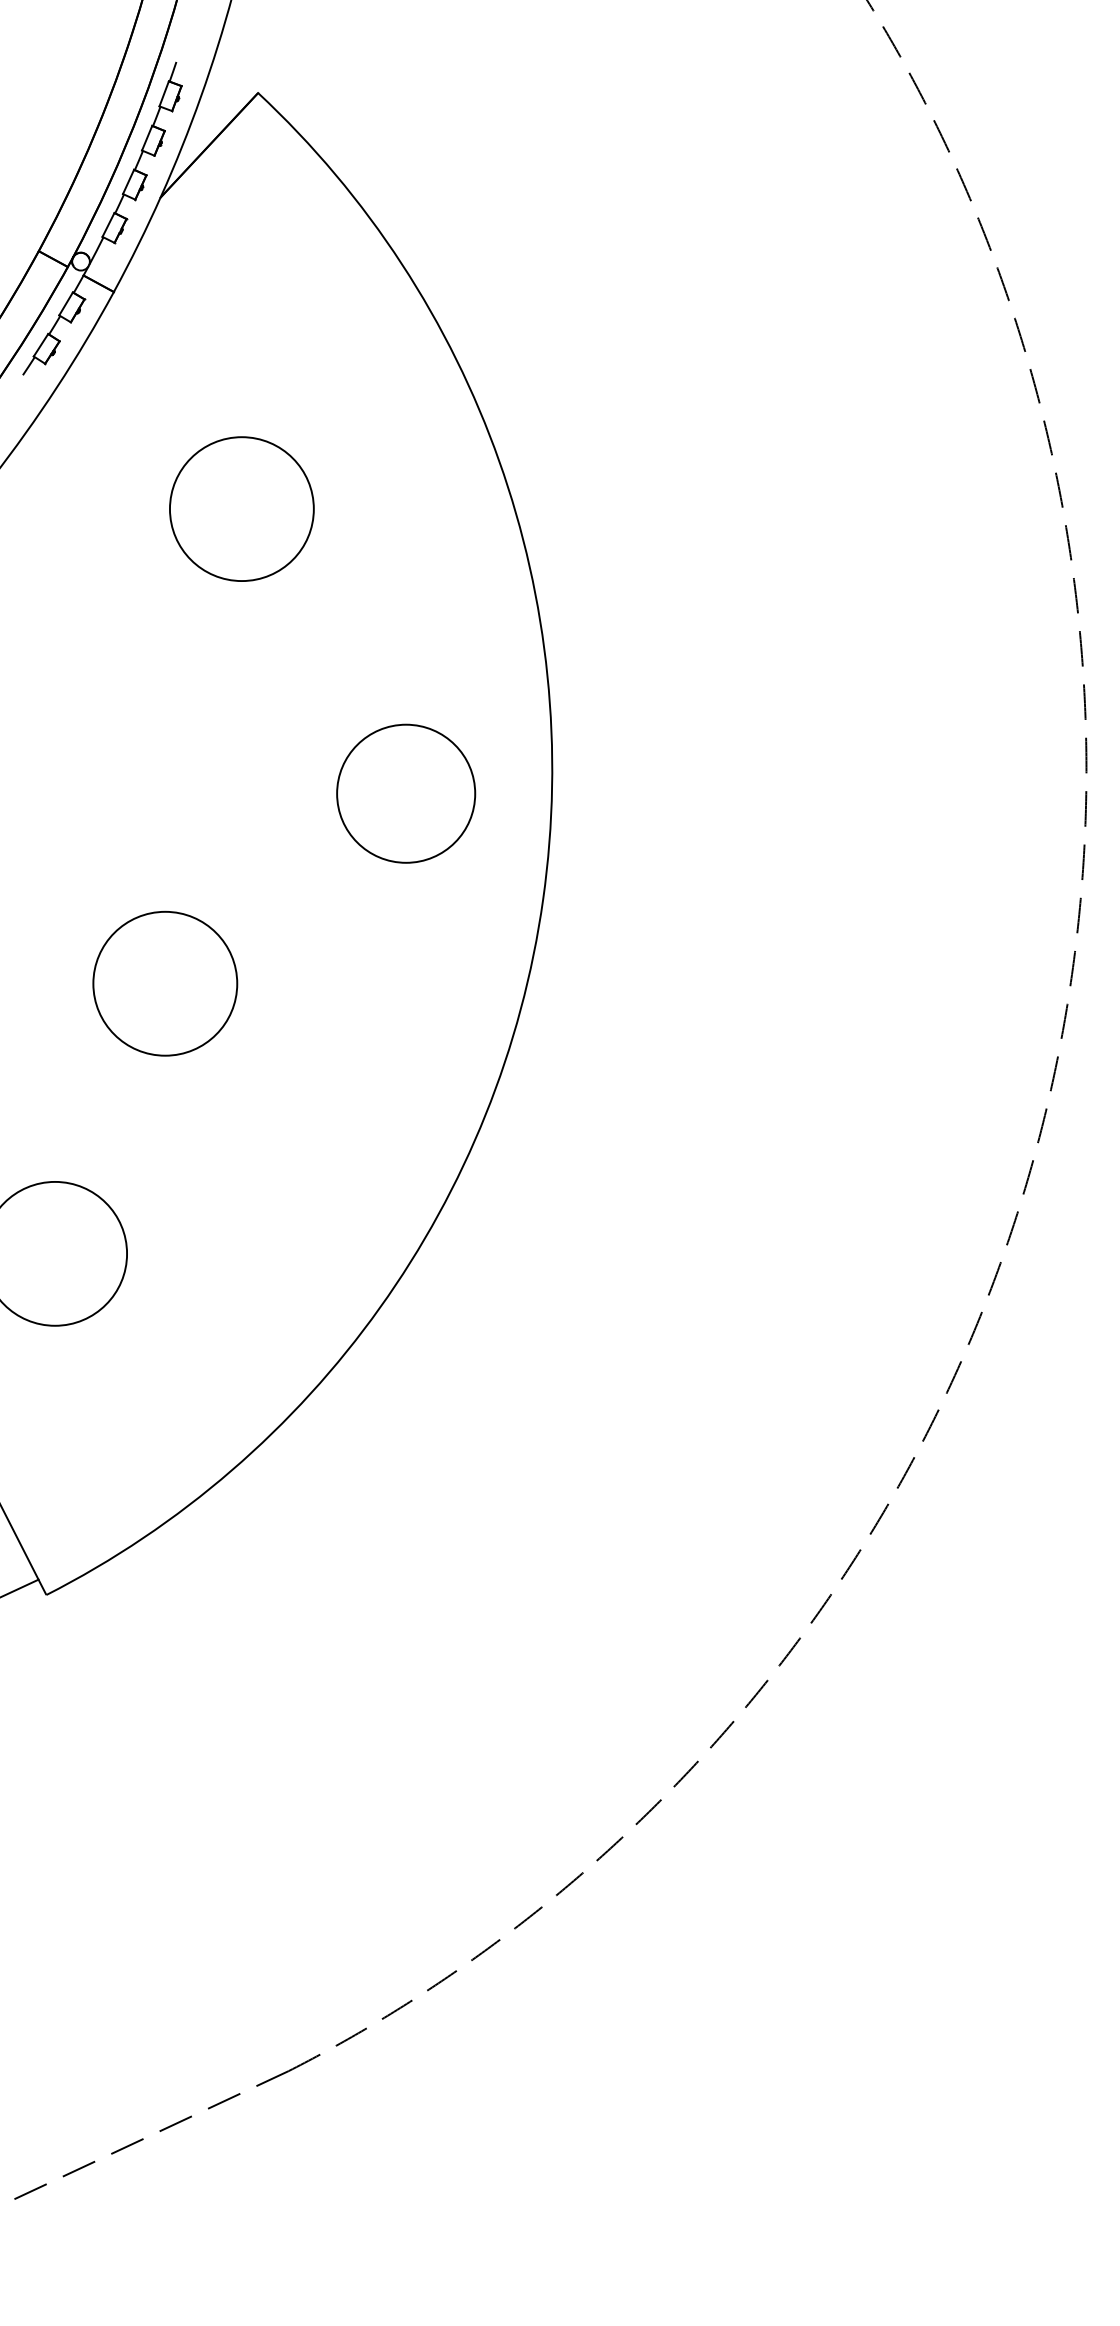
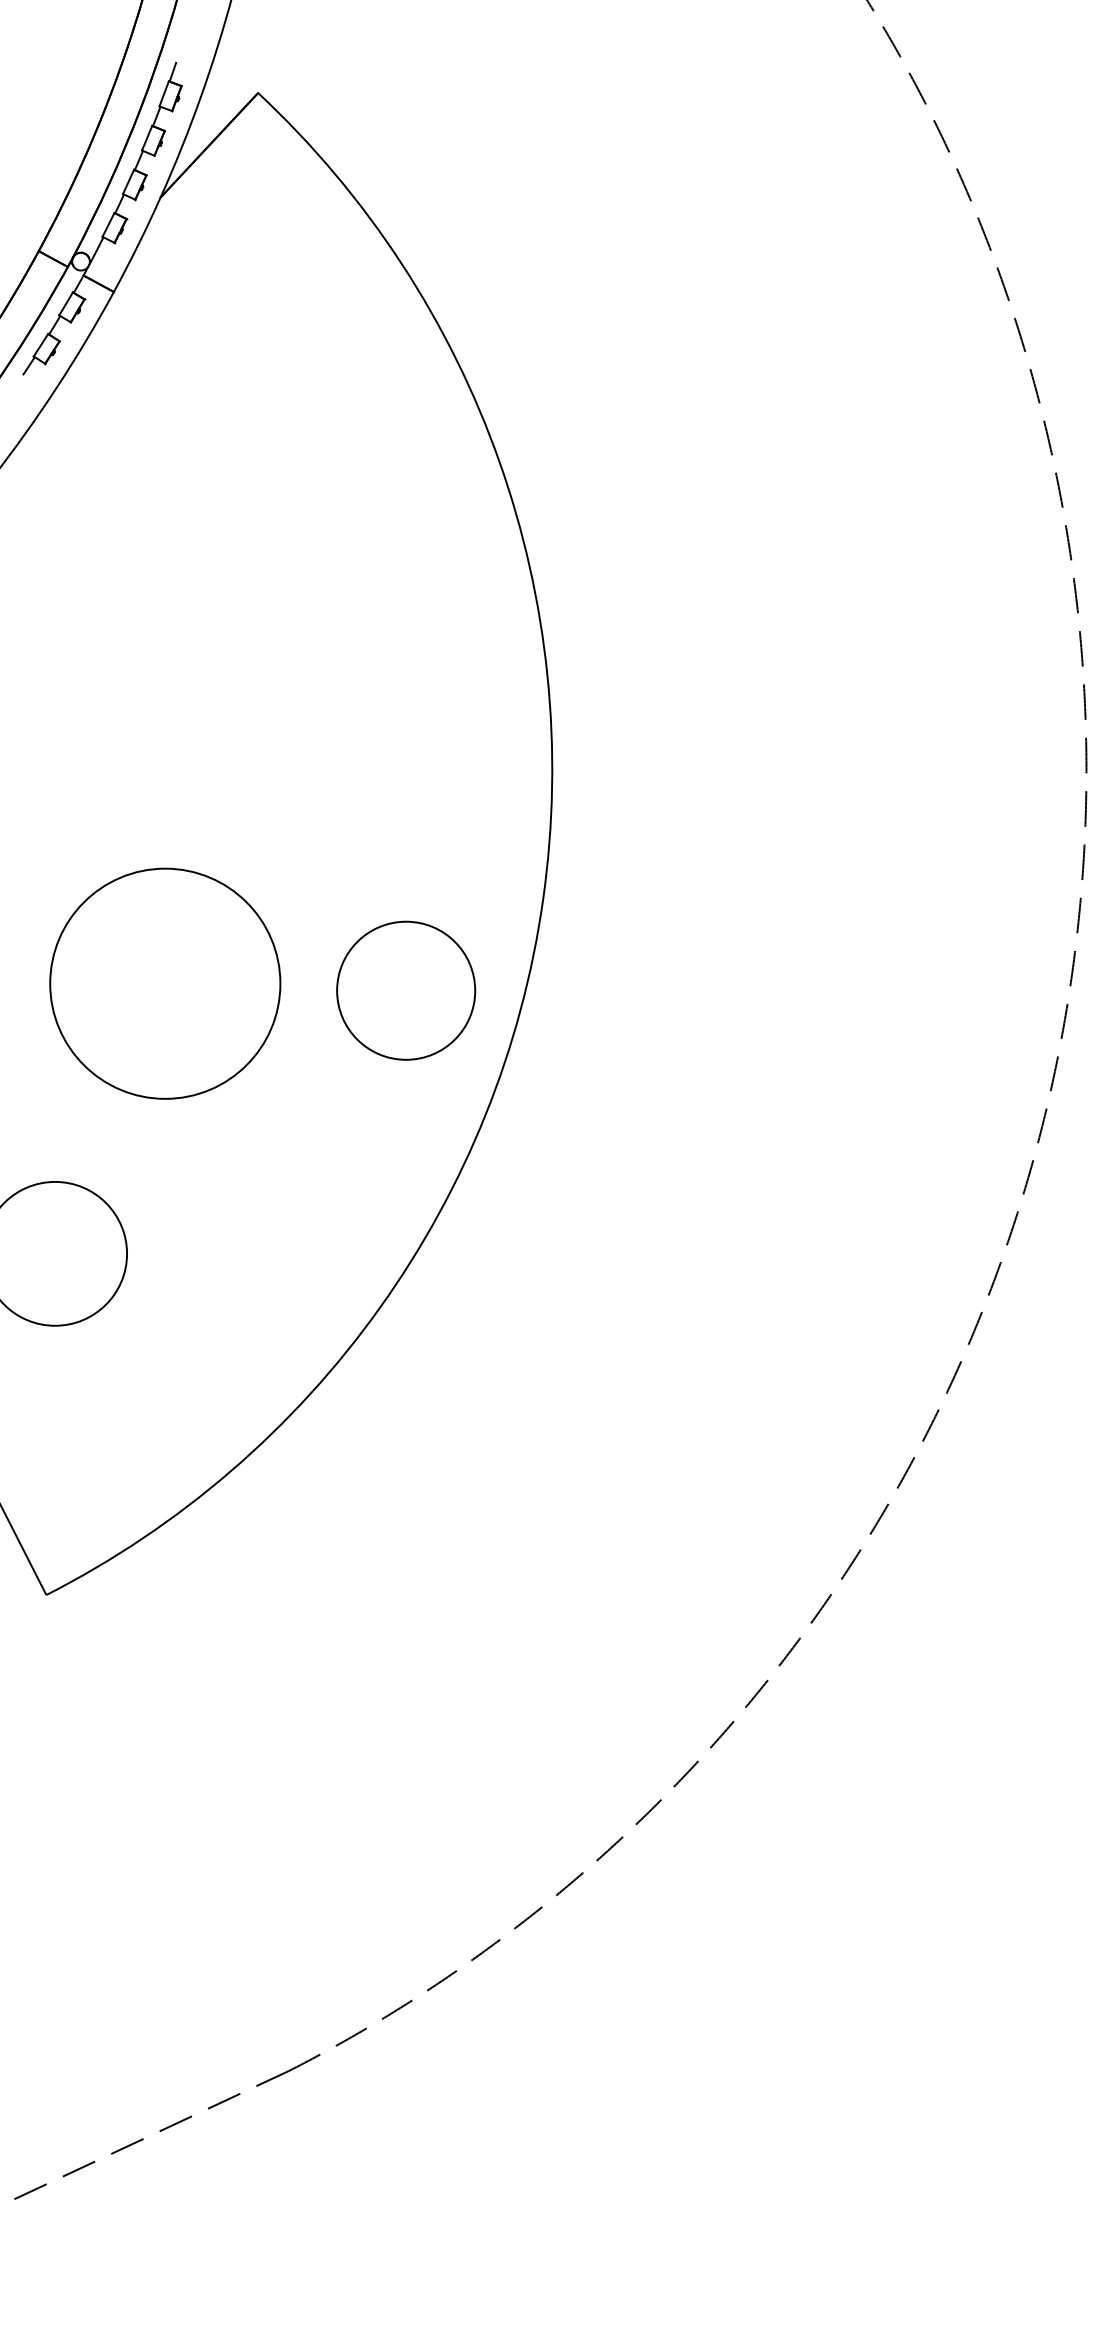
circle at (241, 508): present -> none
circle at (406, 793) position: (406, 793) -> (406, 990)
circle at (165, 983) diameter: 144 px -> 230 px
line at (20, 1587): present -> none
